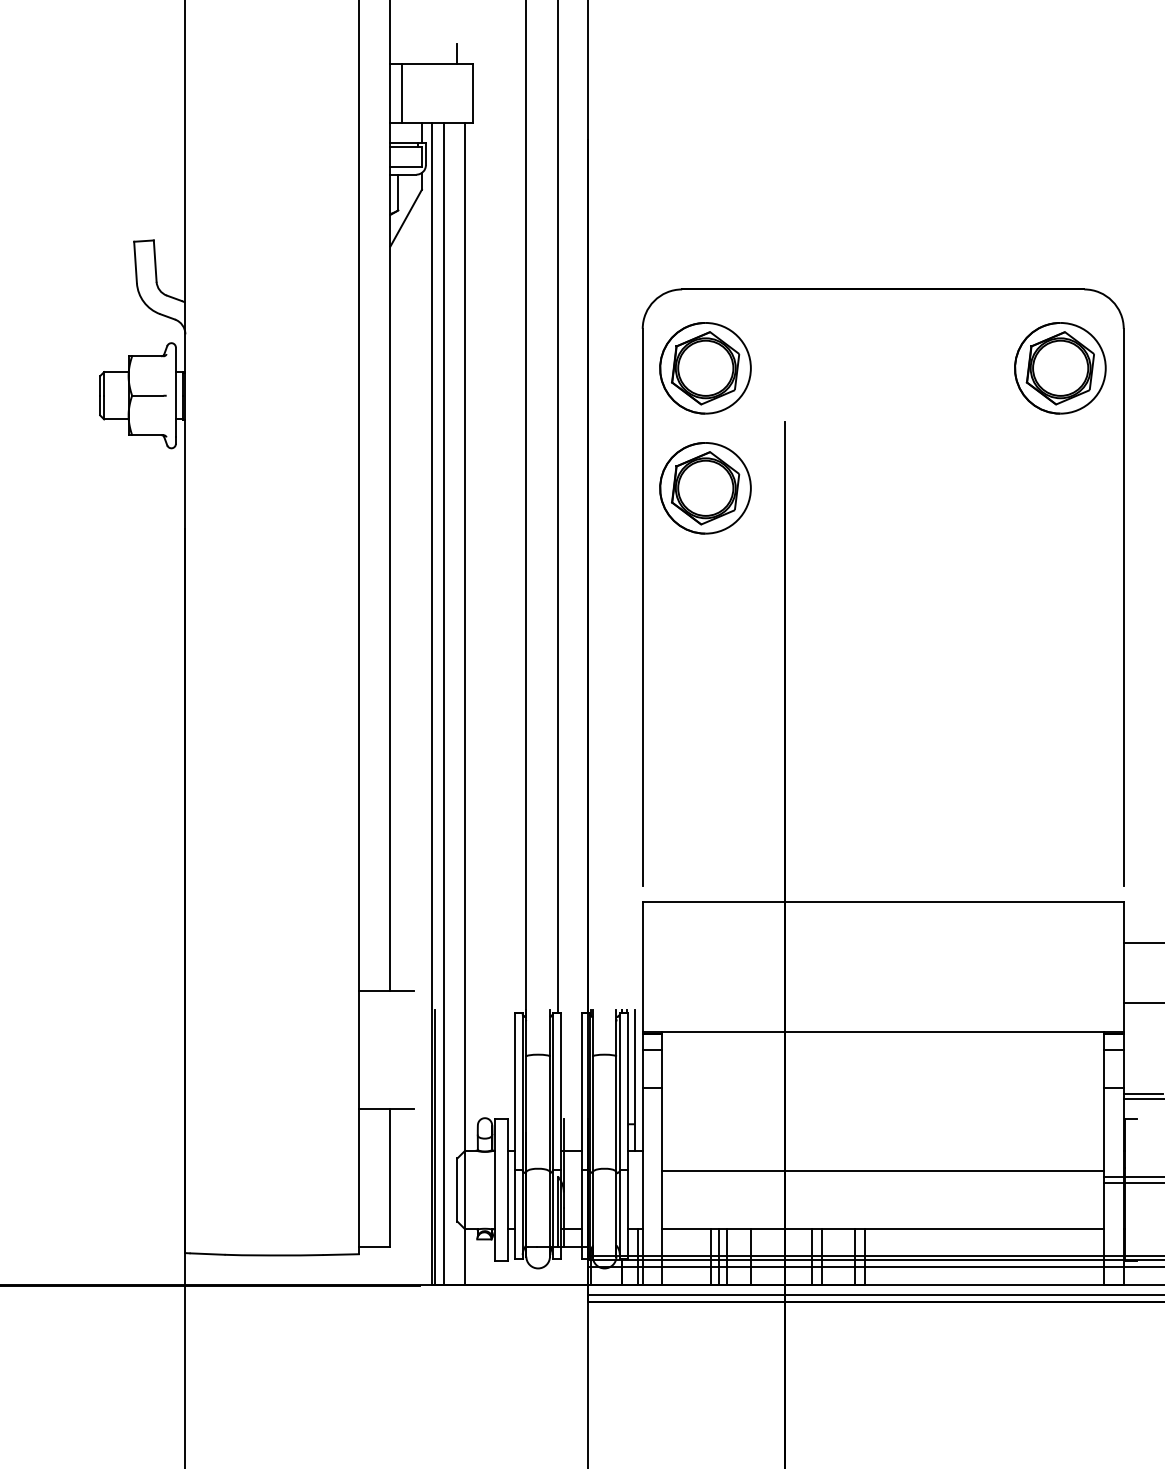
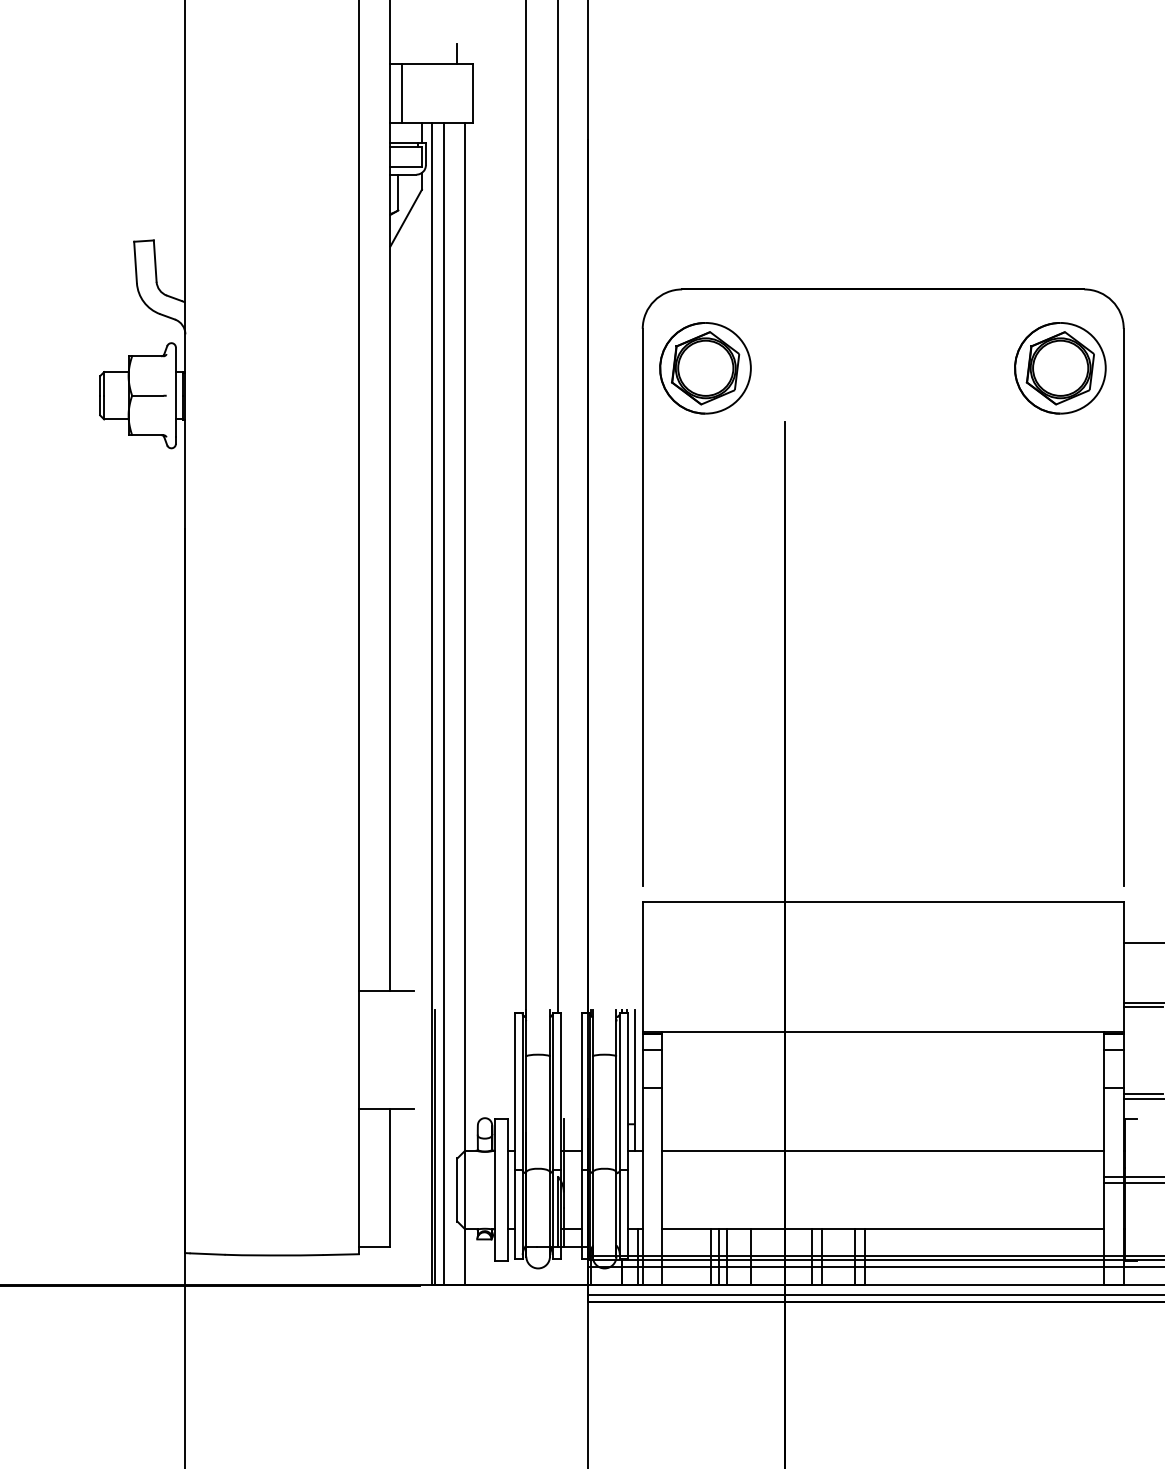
part at (705, 488): present -> none
line at (1142, 1006): none -> present
line at (883, 1170) position: (883, 1170) -> (883, 1150)
